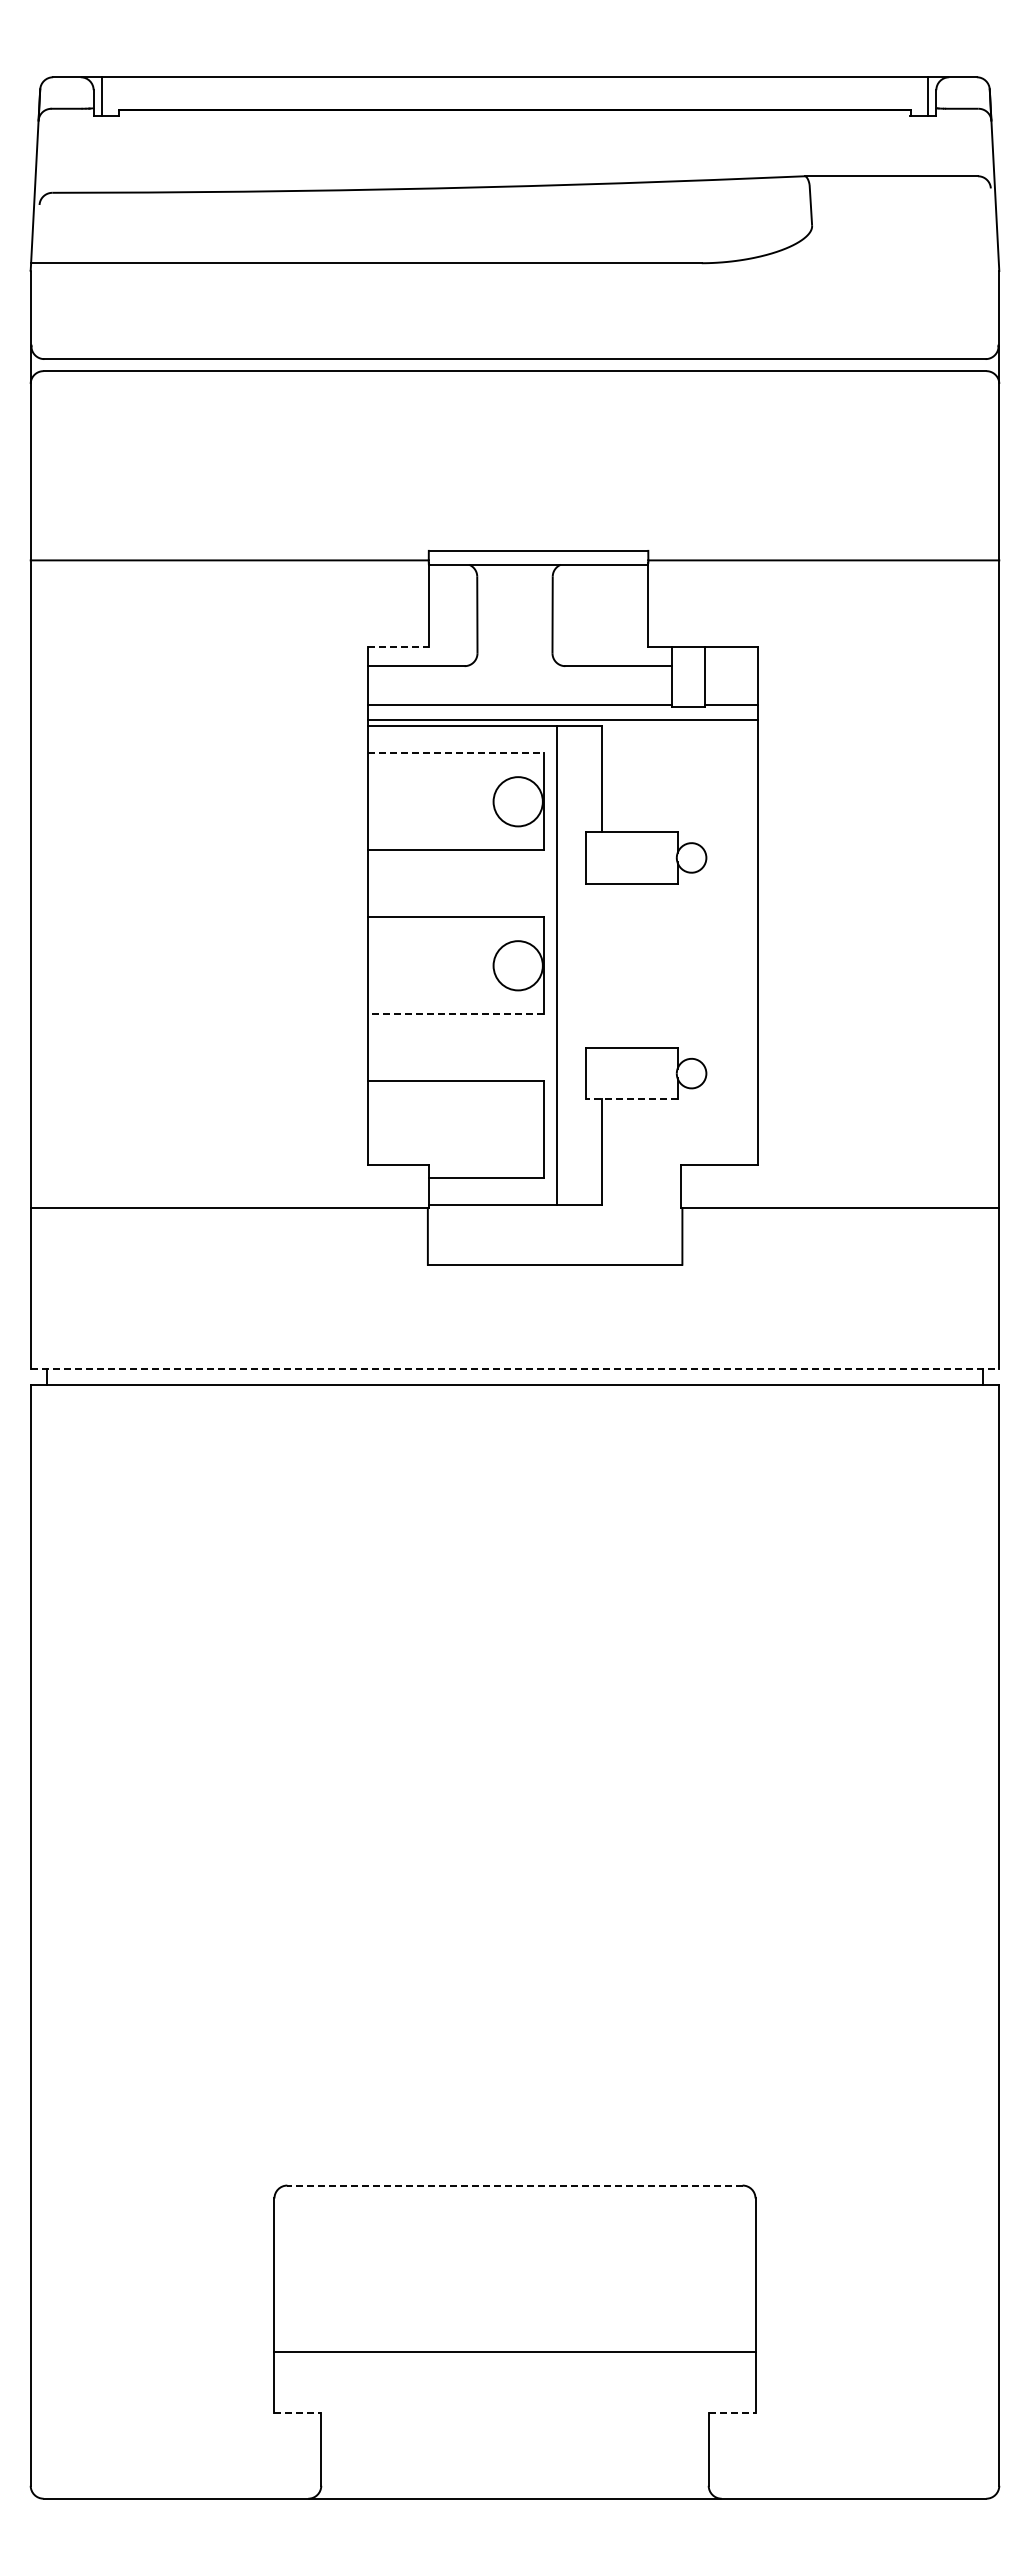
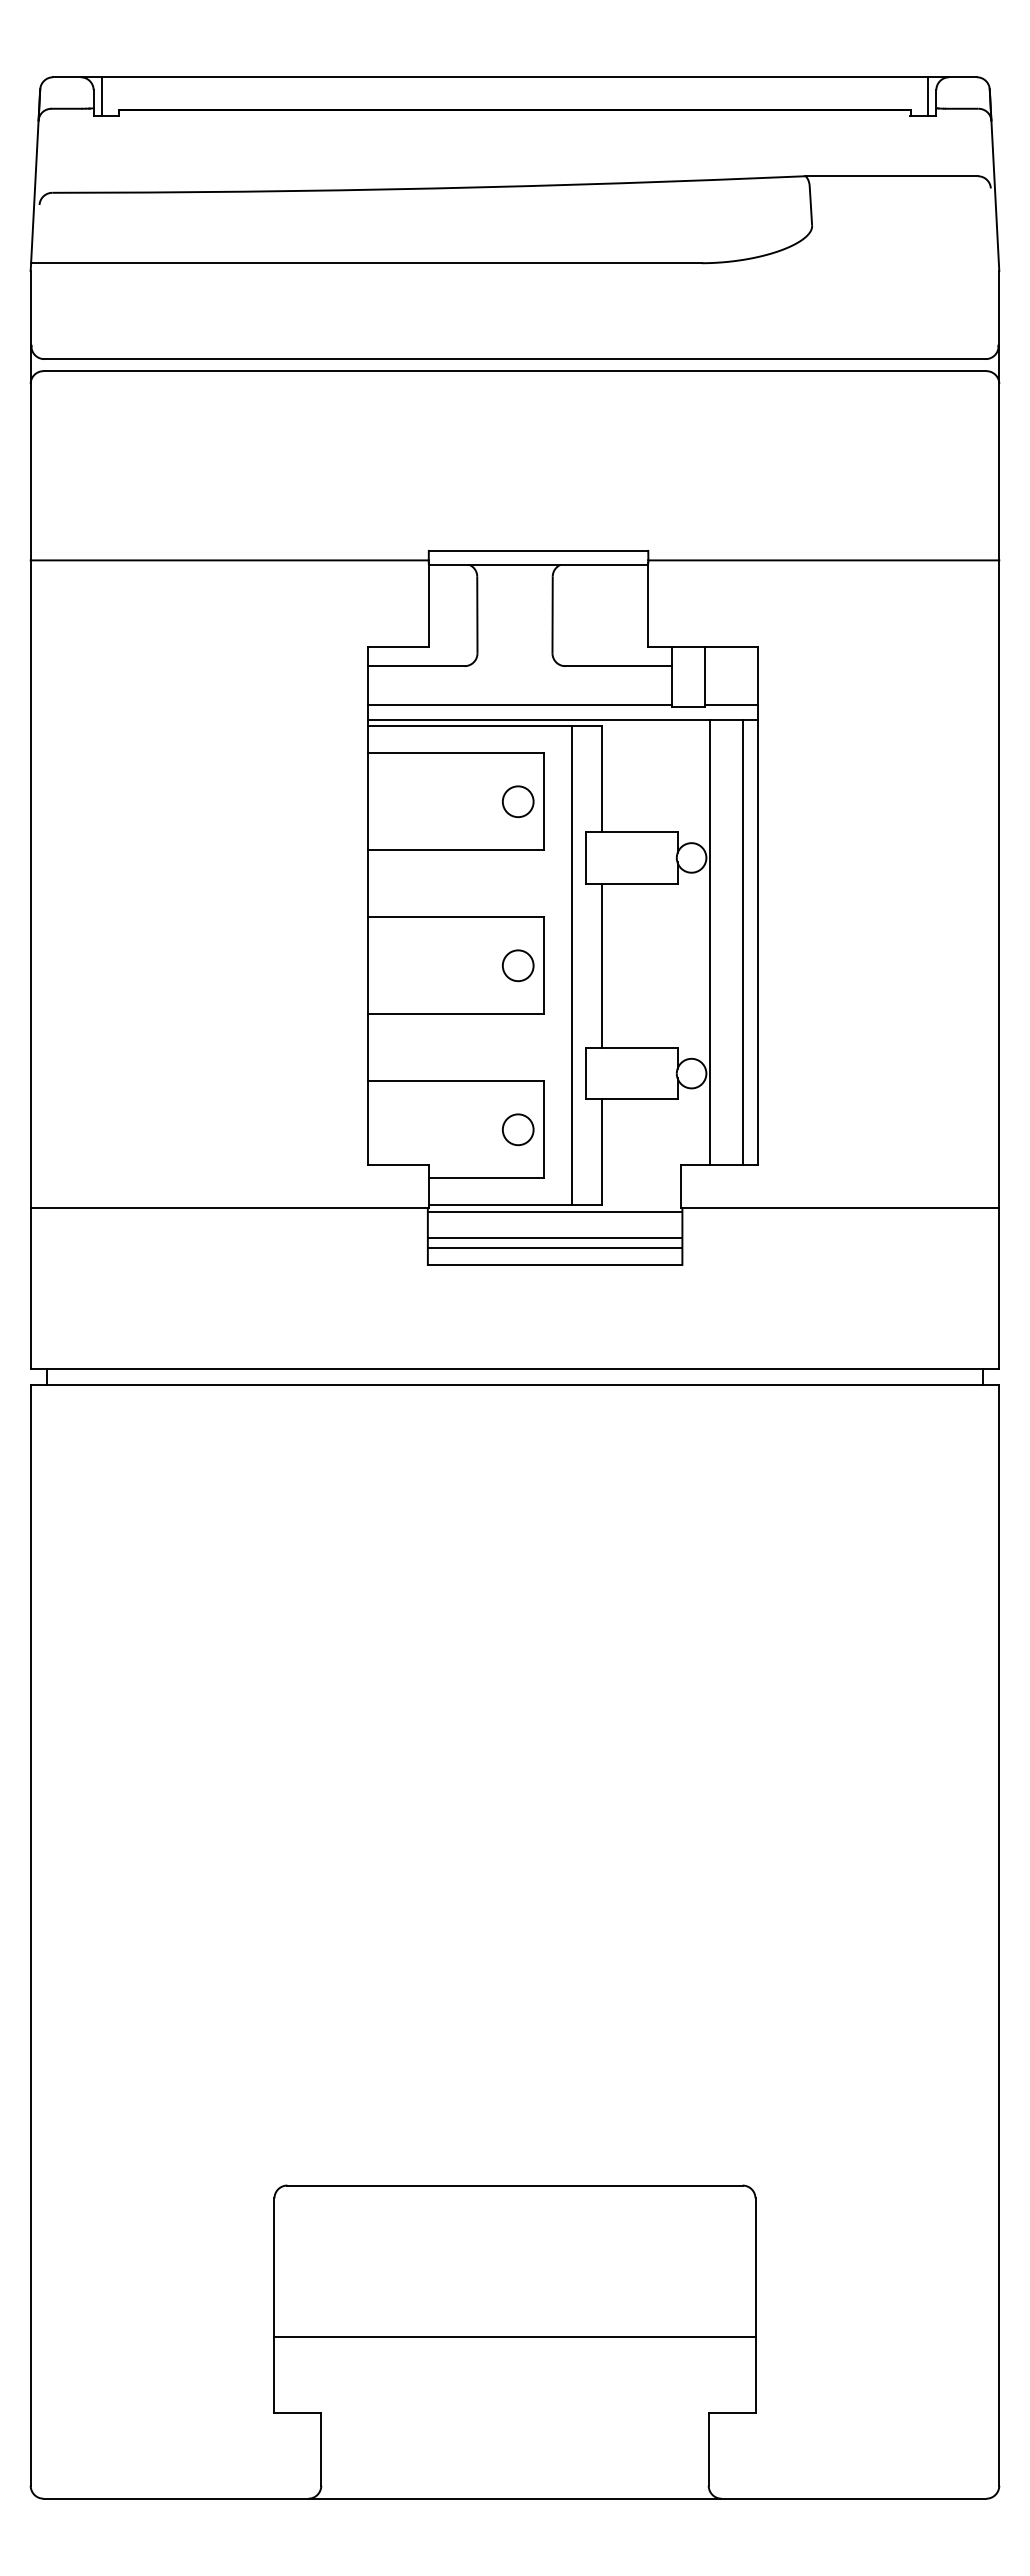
line at (398, 647): dashed -> solid
line at (456, 753): dashed -> solid
circle at (517, 801) diameter: 49 px -> 31 px
line at (710, 941): none -> present
line at (742, 941): none -> present
circle at (517, 965) diameter: 49 px -> 31 px
line at (557, 965) position: (557, 965) -> (572, 965)
line at (602, 965): none -> present
line at (456, 1014): dashed -> solid
line at (631, 1099): dashed -> solid
circle at (518, 1129): none -> present
line at (554, 1211): none -> present
line at (554, 1238): none -> present
line at (554, 1248): none -> present
line at (515, 1368): dashed -> solid
line at (515, 2185): dashed -> solid
line at (514, 2352) position: (514, 2352) -> (514, 2337)
line at (298, 2413): dashed -> solid
line at (732, 2413): dashed -> solid
